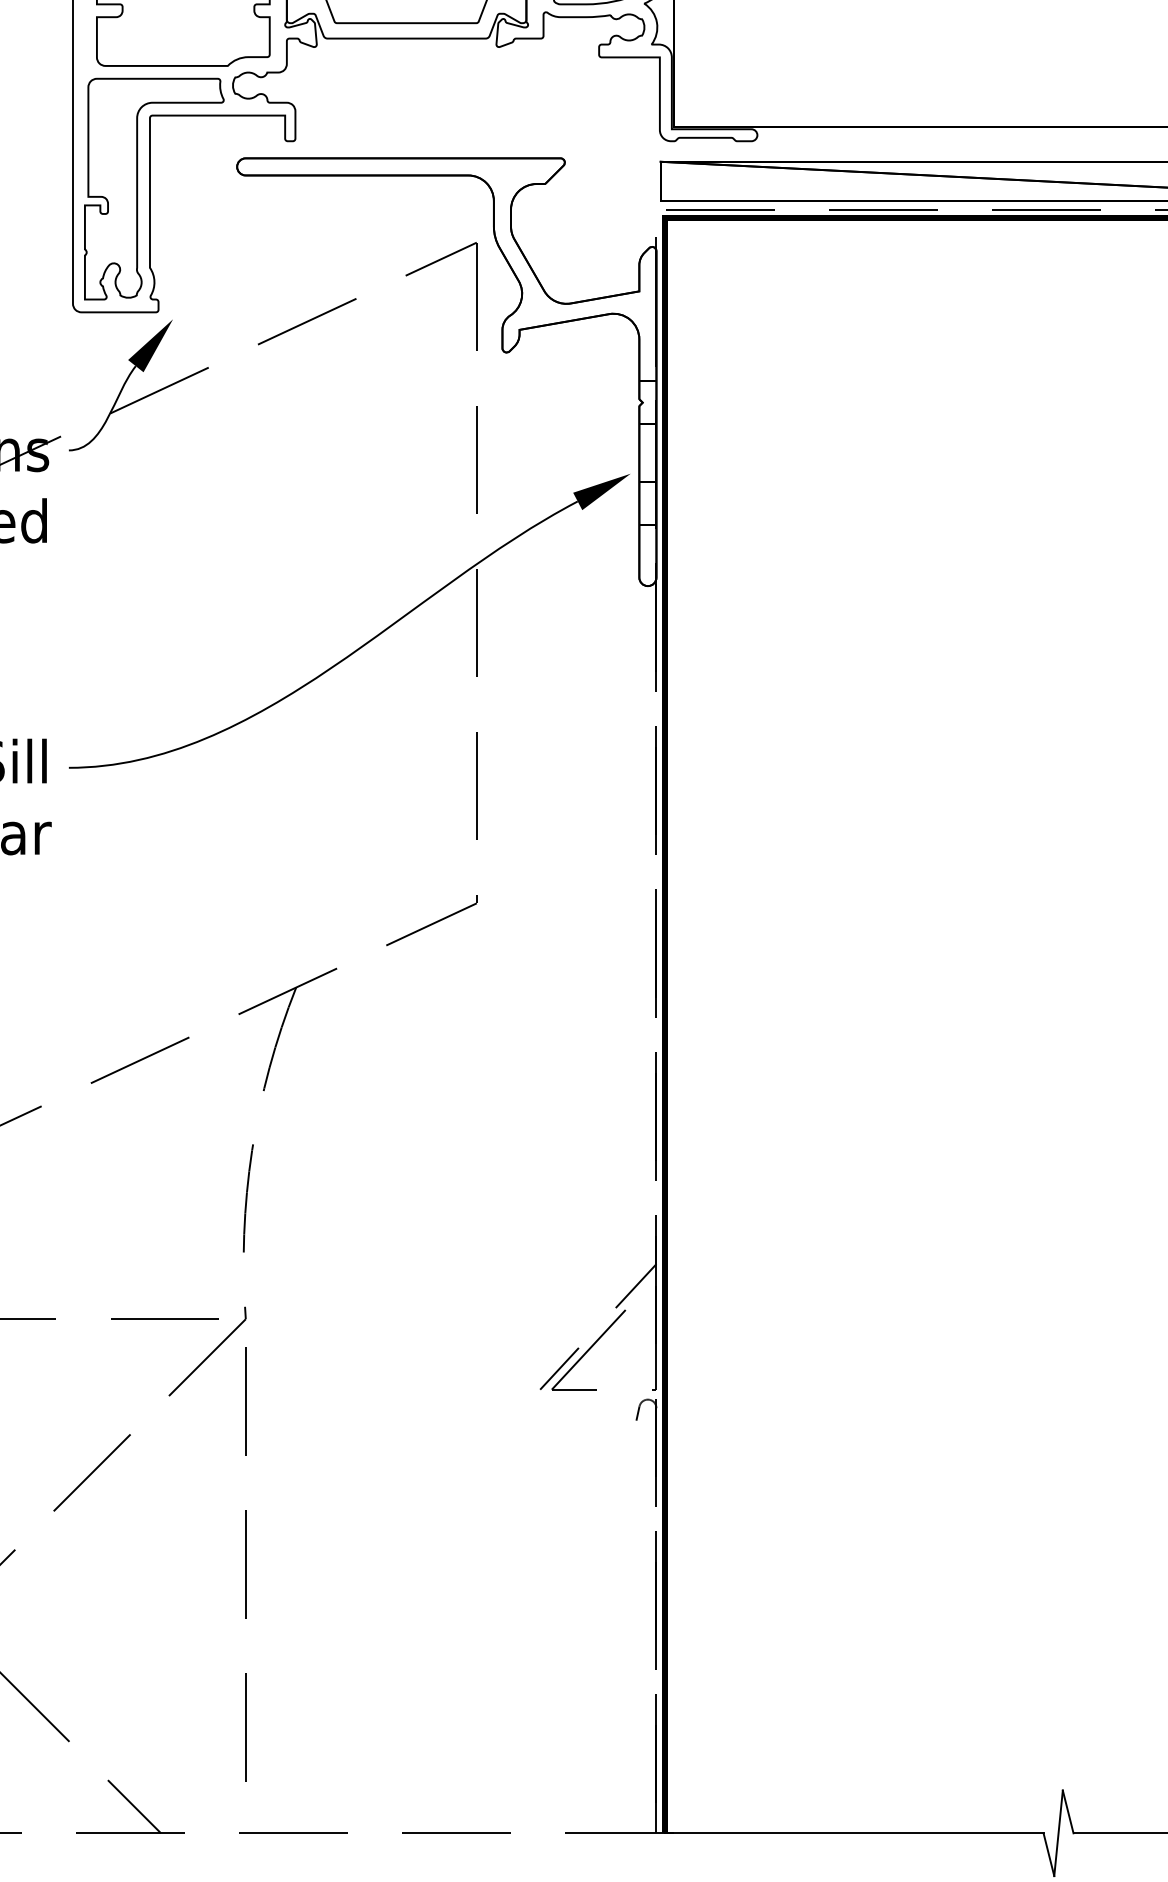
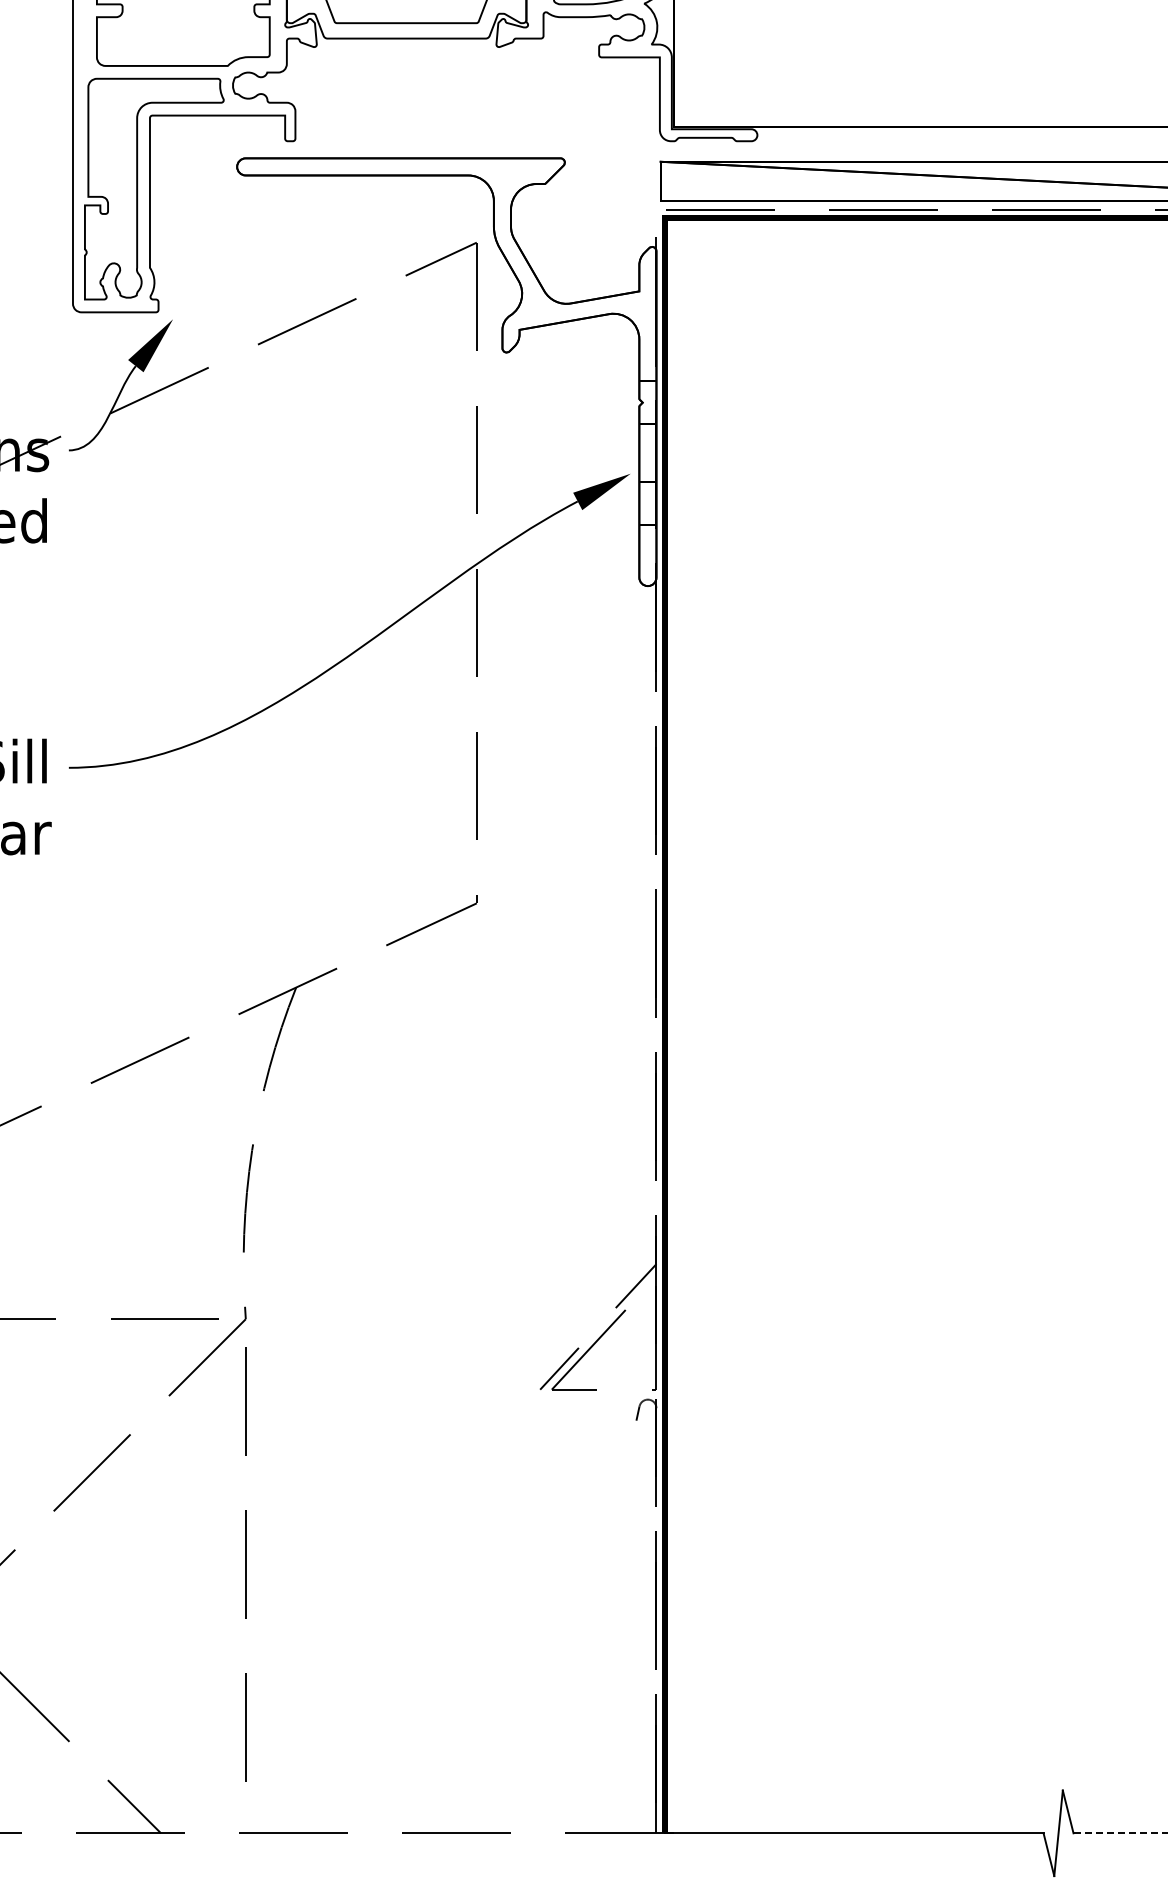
line at (1120, 1833): solid -> dashed
